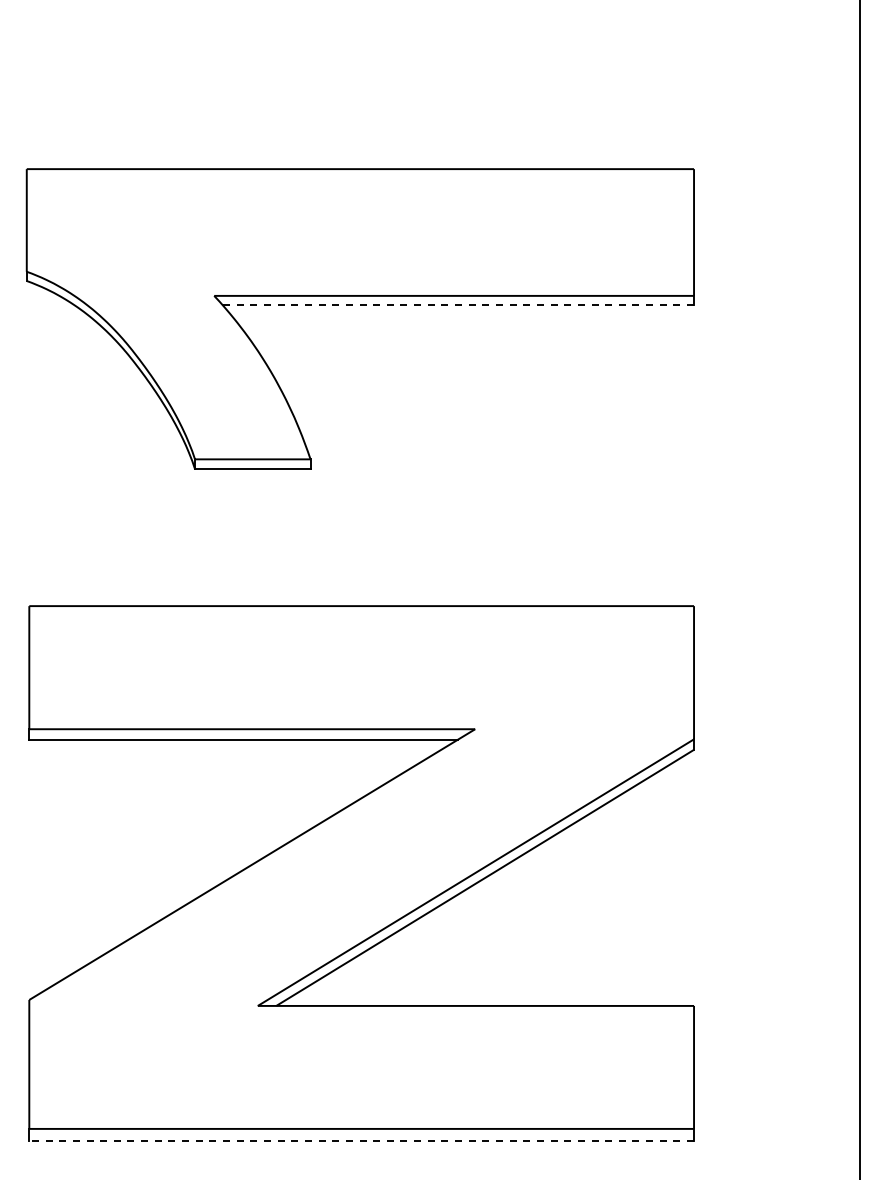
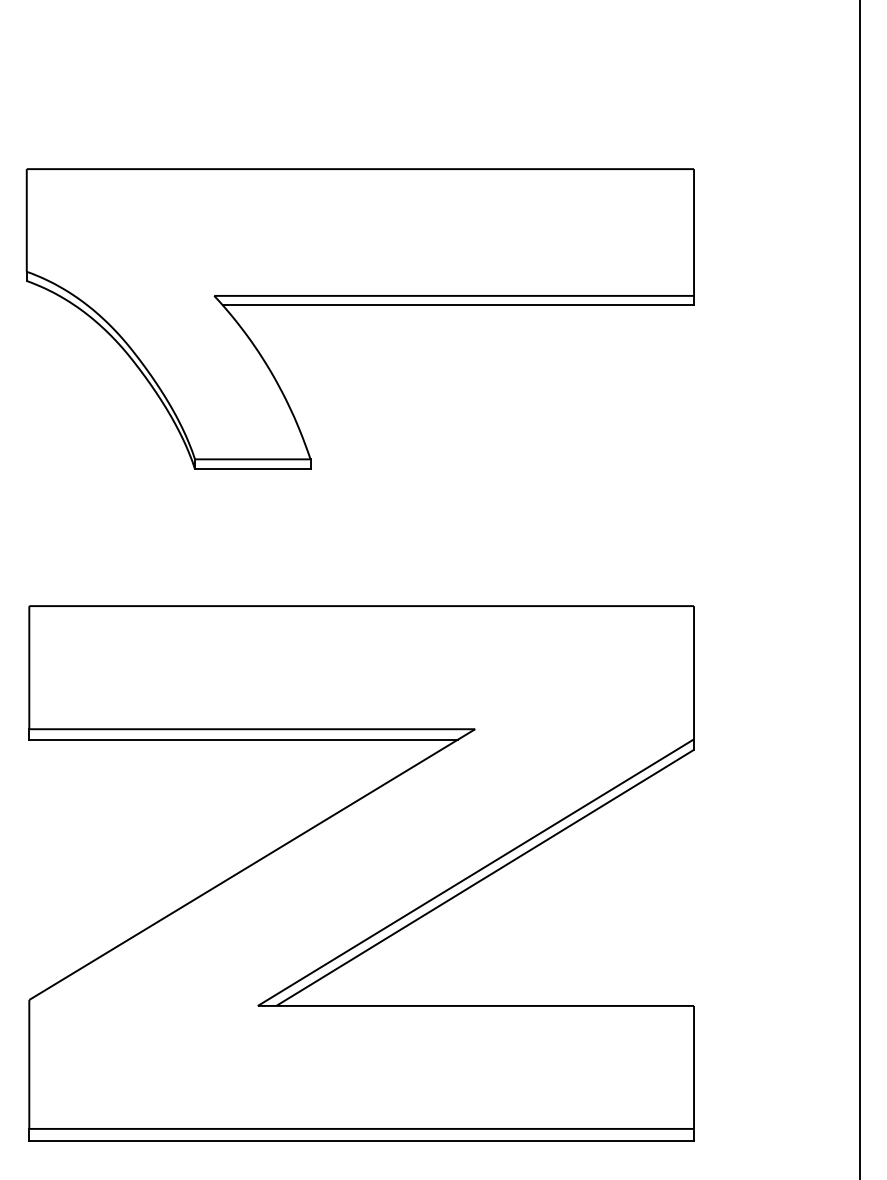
line at (458, 305): dashed -> solid
line at (361, 1140): dashed -> solid
